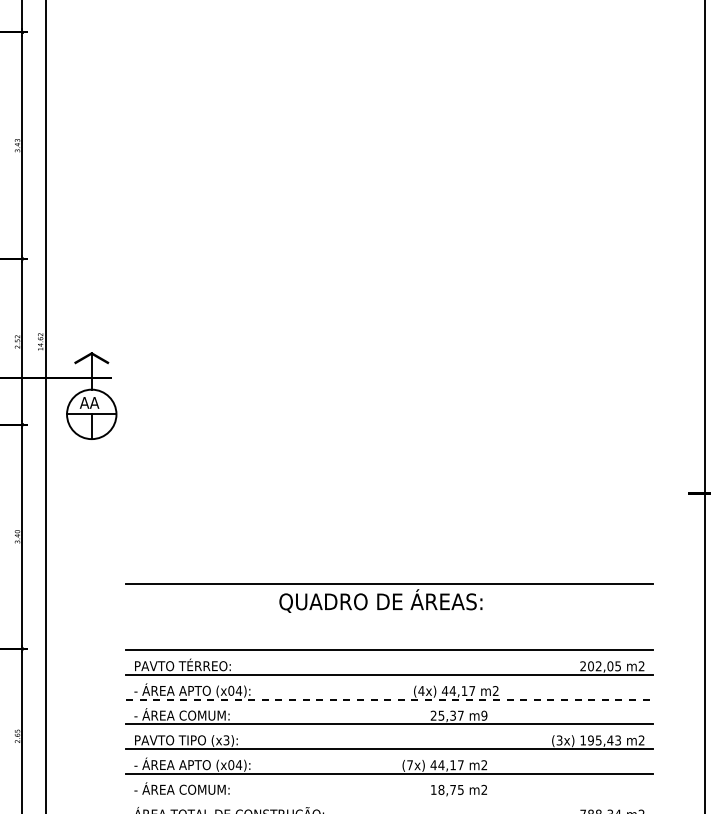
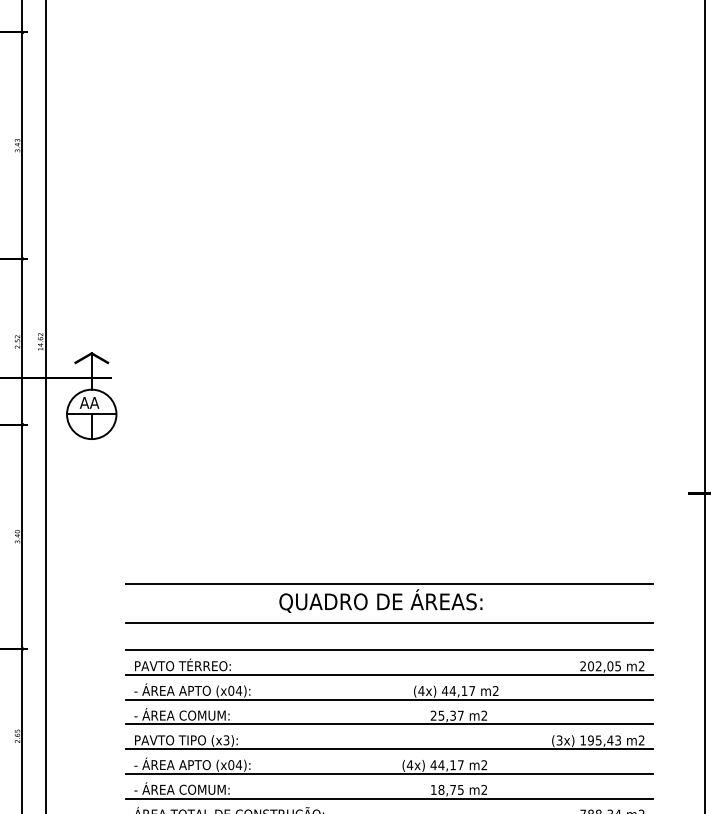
line at (389, 623): none -> present
line at (389, 699): dashed -> solid
text at (484, 715): m9 -> m2
text at (409, 765): (7x) -> (4x)
line at (389, 798): none -> present
